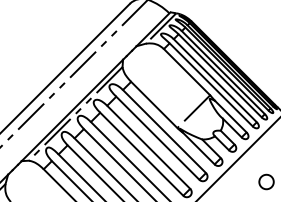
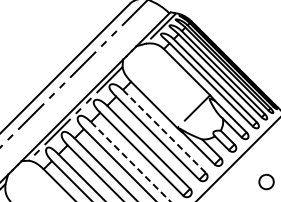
line at (164, 131): solid -> dashed
line at (131, 162): solid -> dashed
